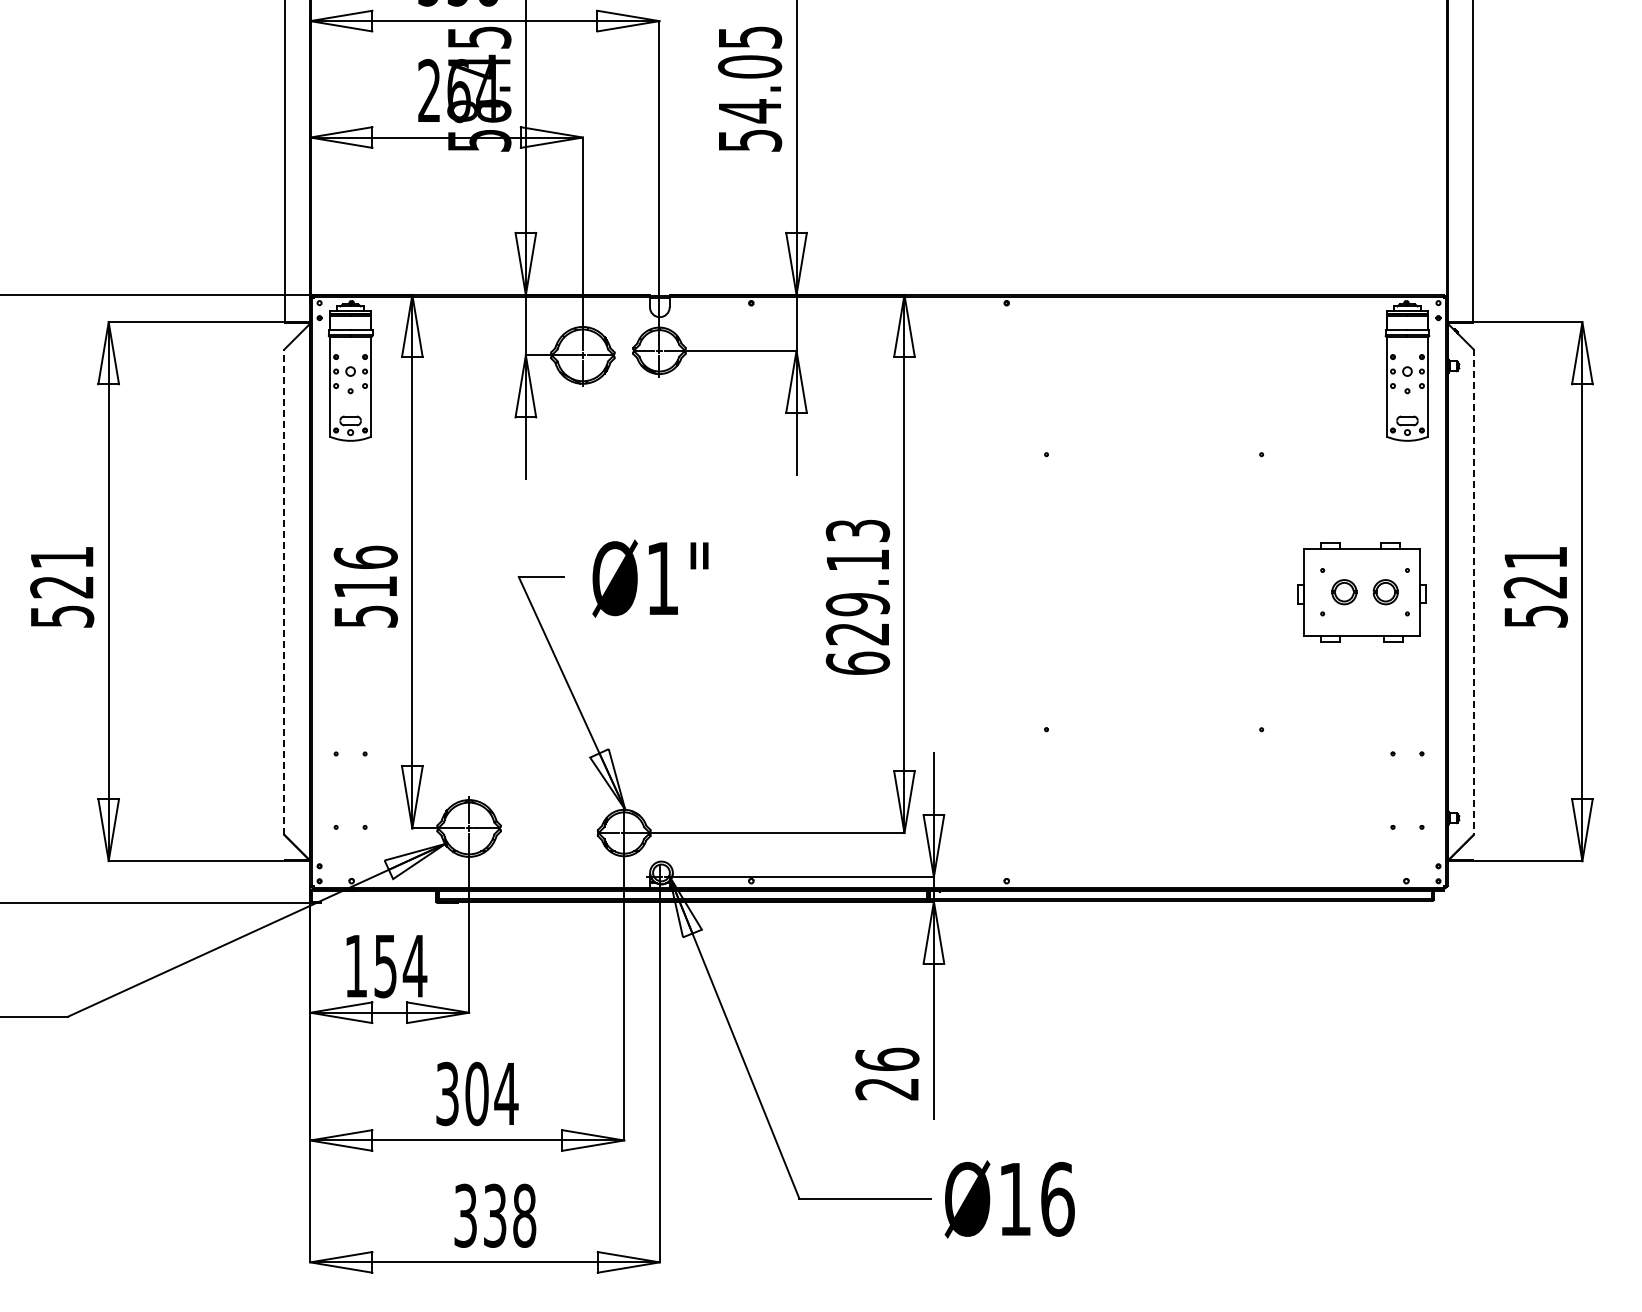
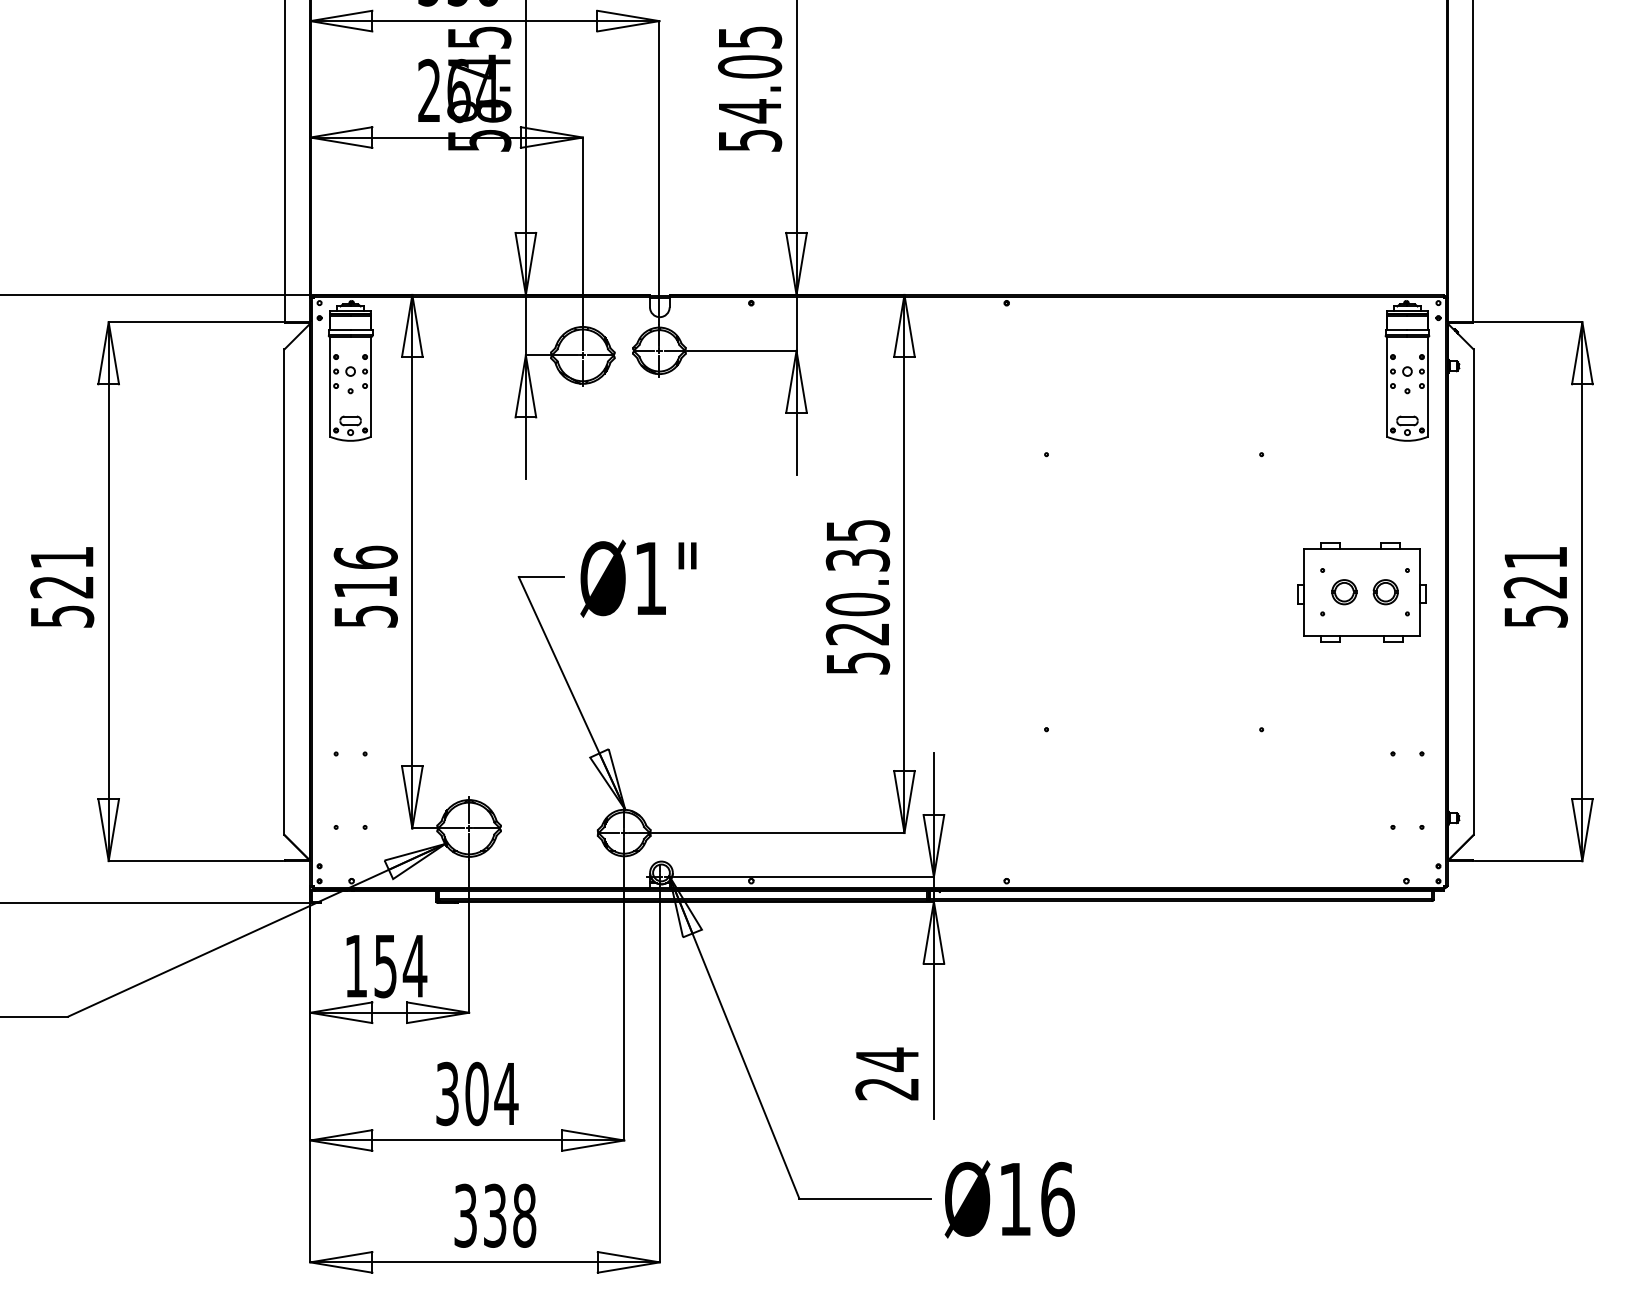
text at (650, 578) position: (650, 578) -> (638, 578)
line at (284, 592): dashed -> solid
line at (1473, 592): dashed -> solid
text at (857, 596): 629.13 -> 520.35
text at (887, 1059): 26 -> 24
